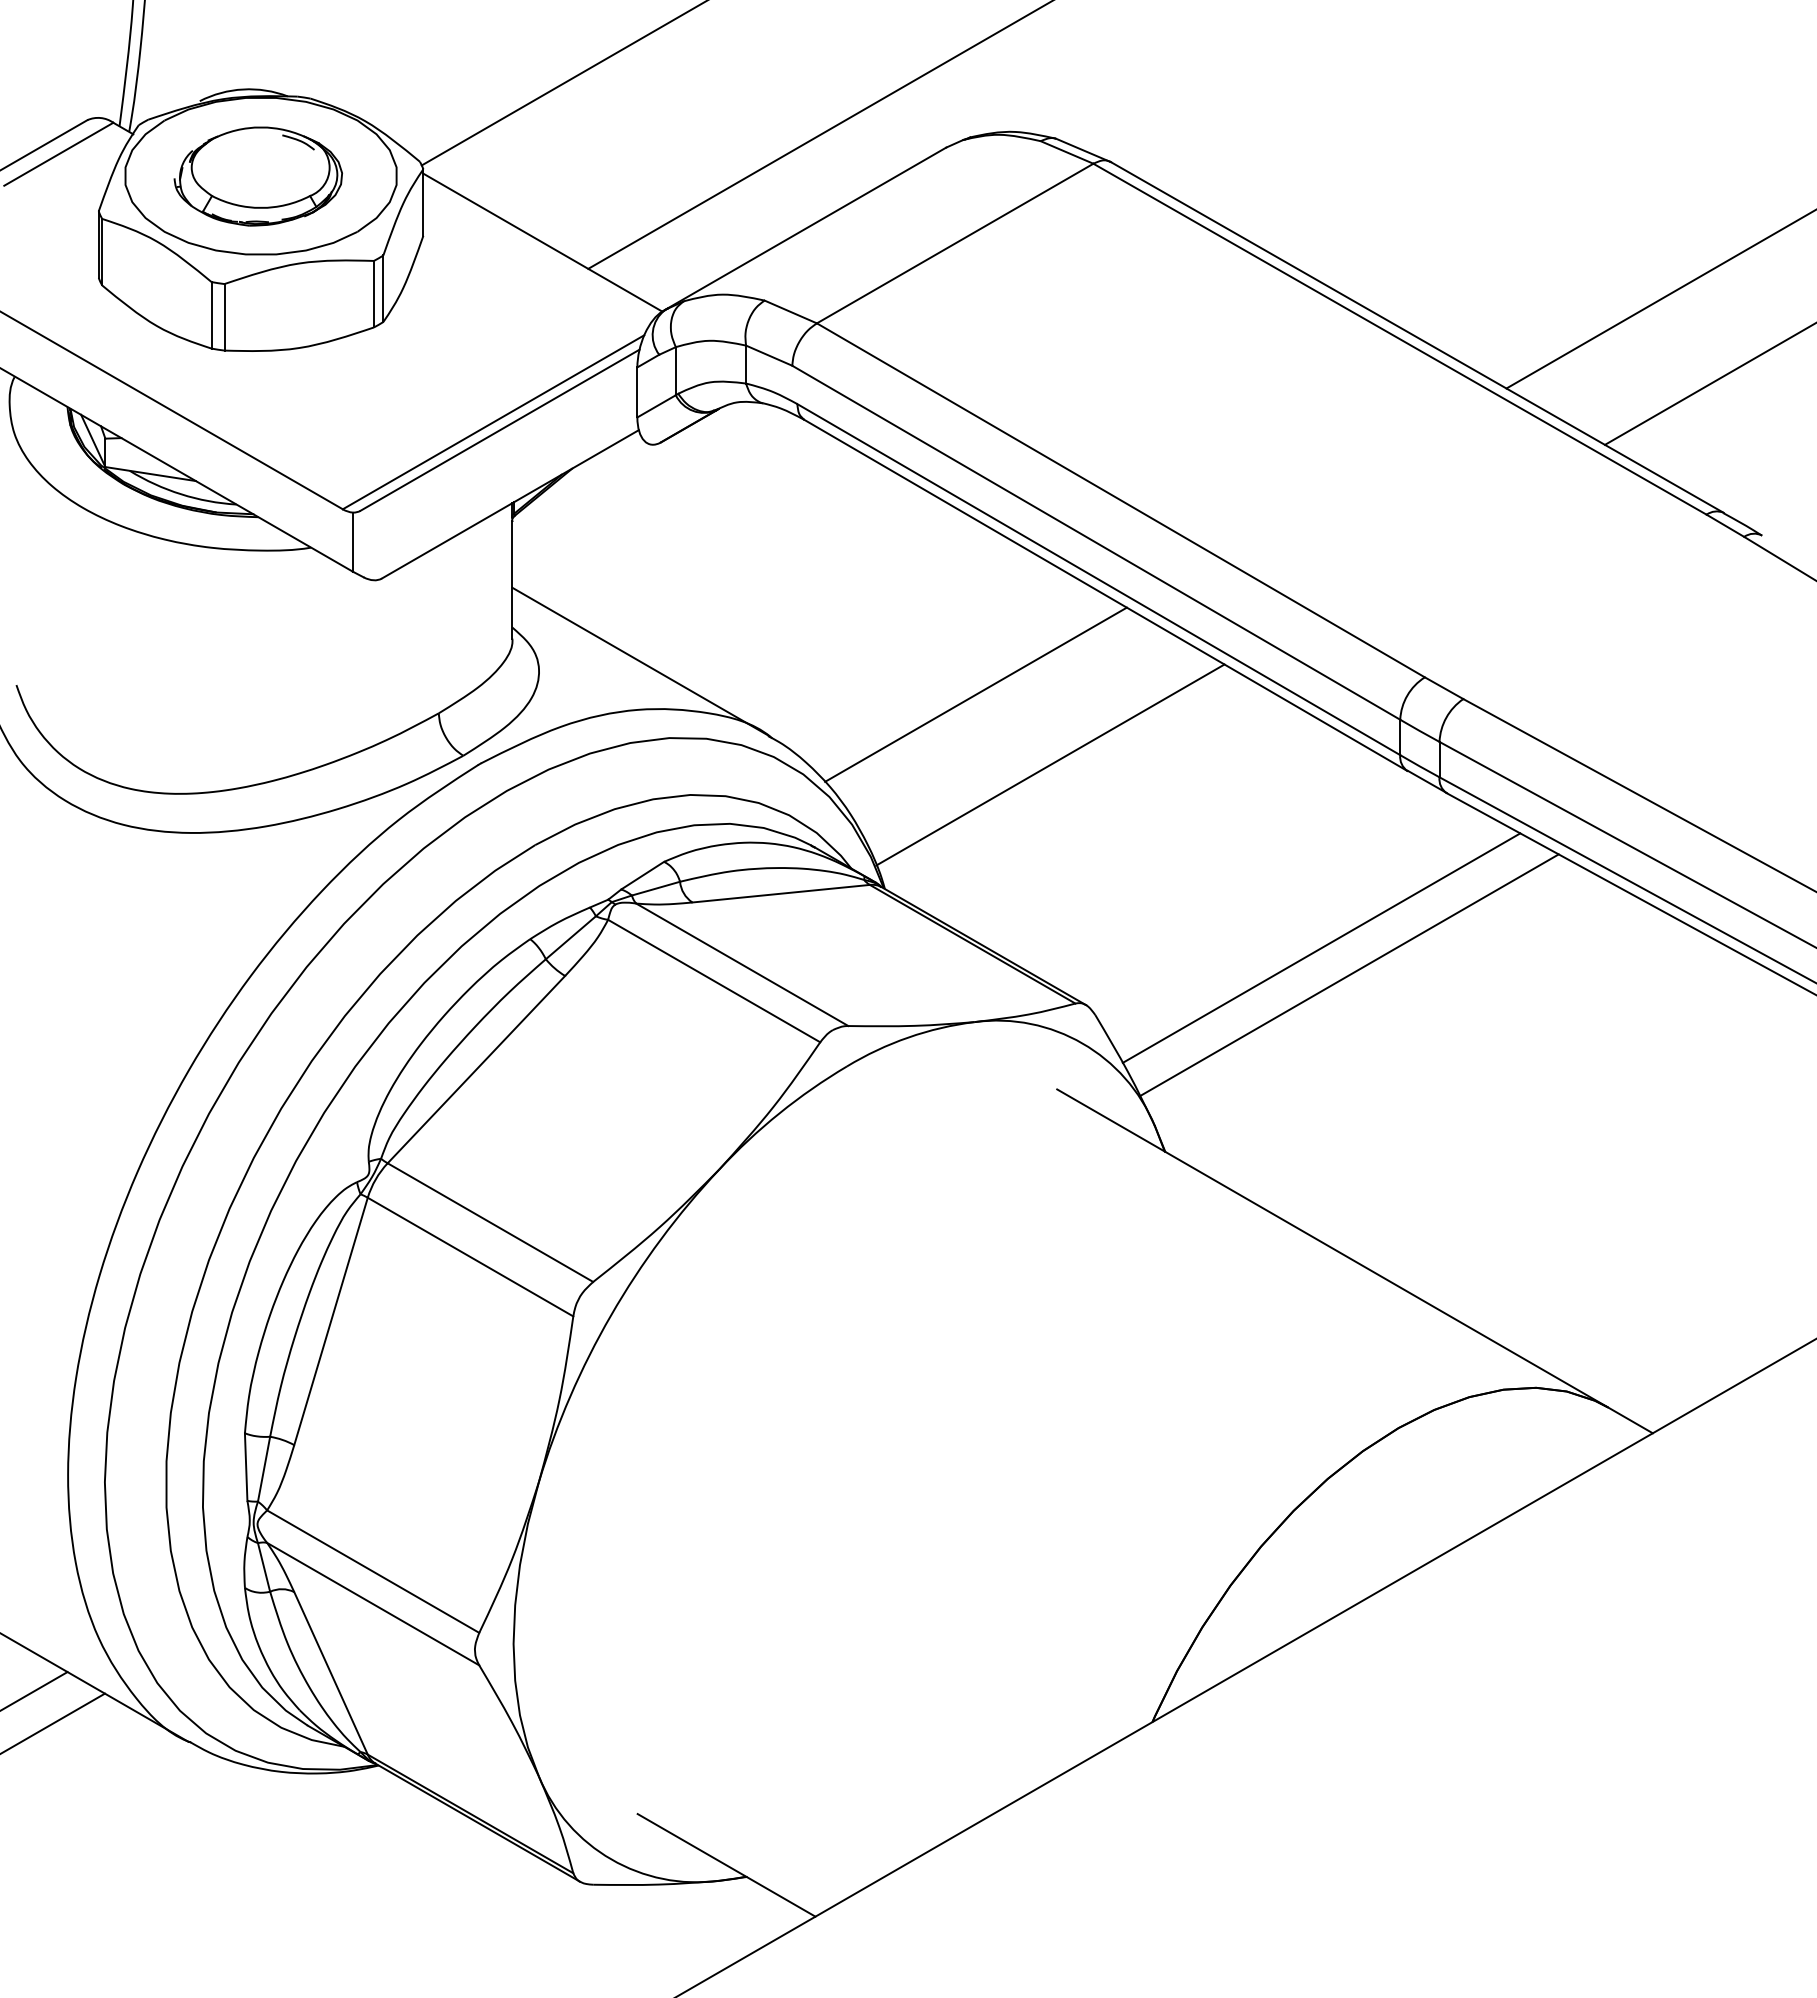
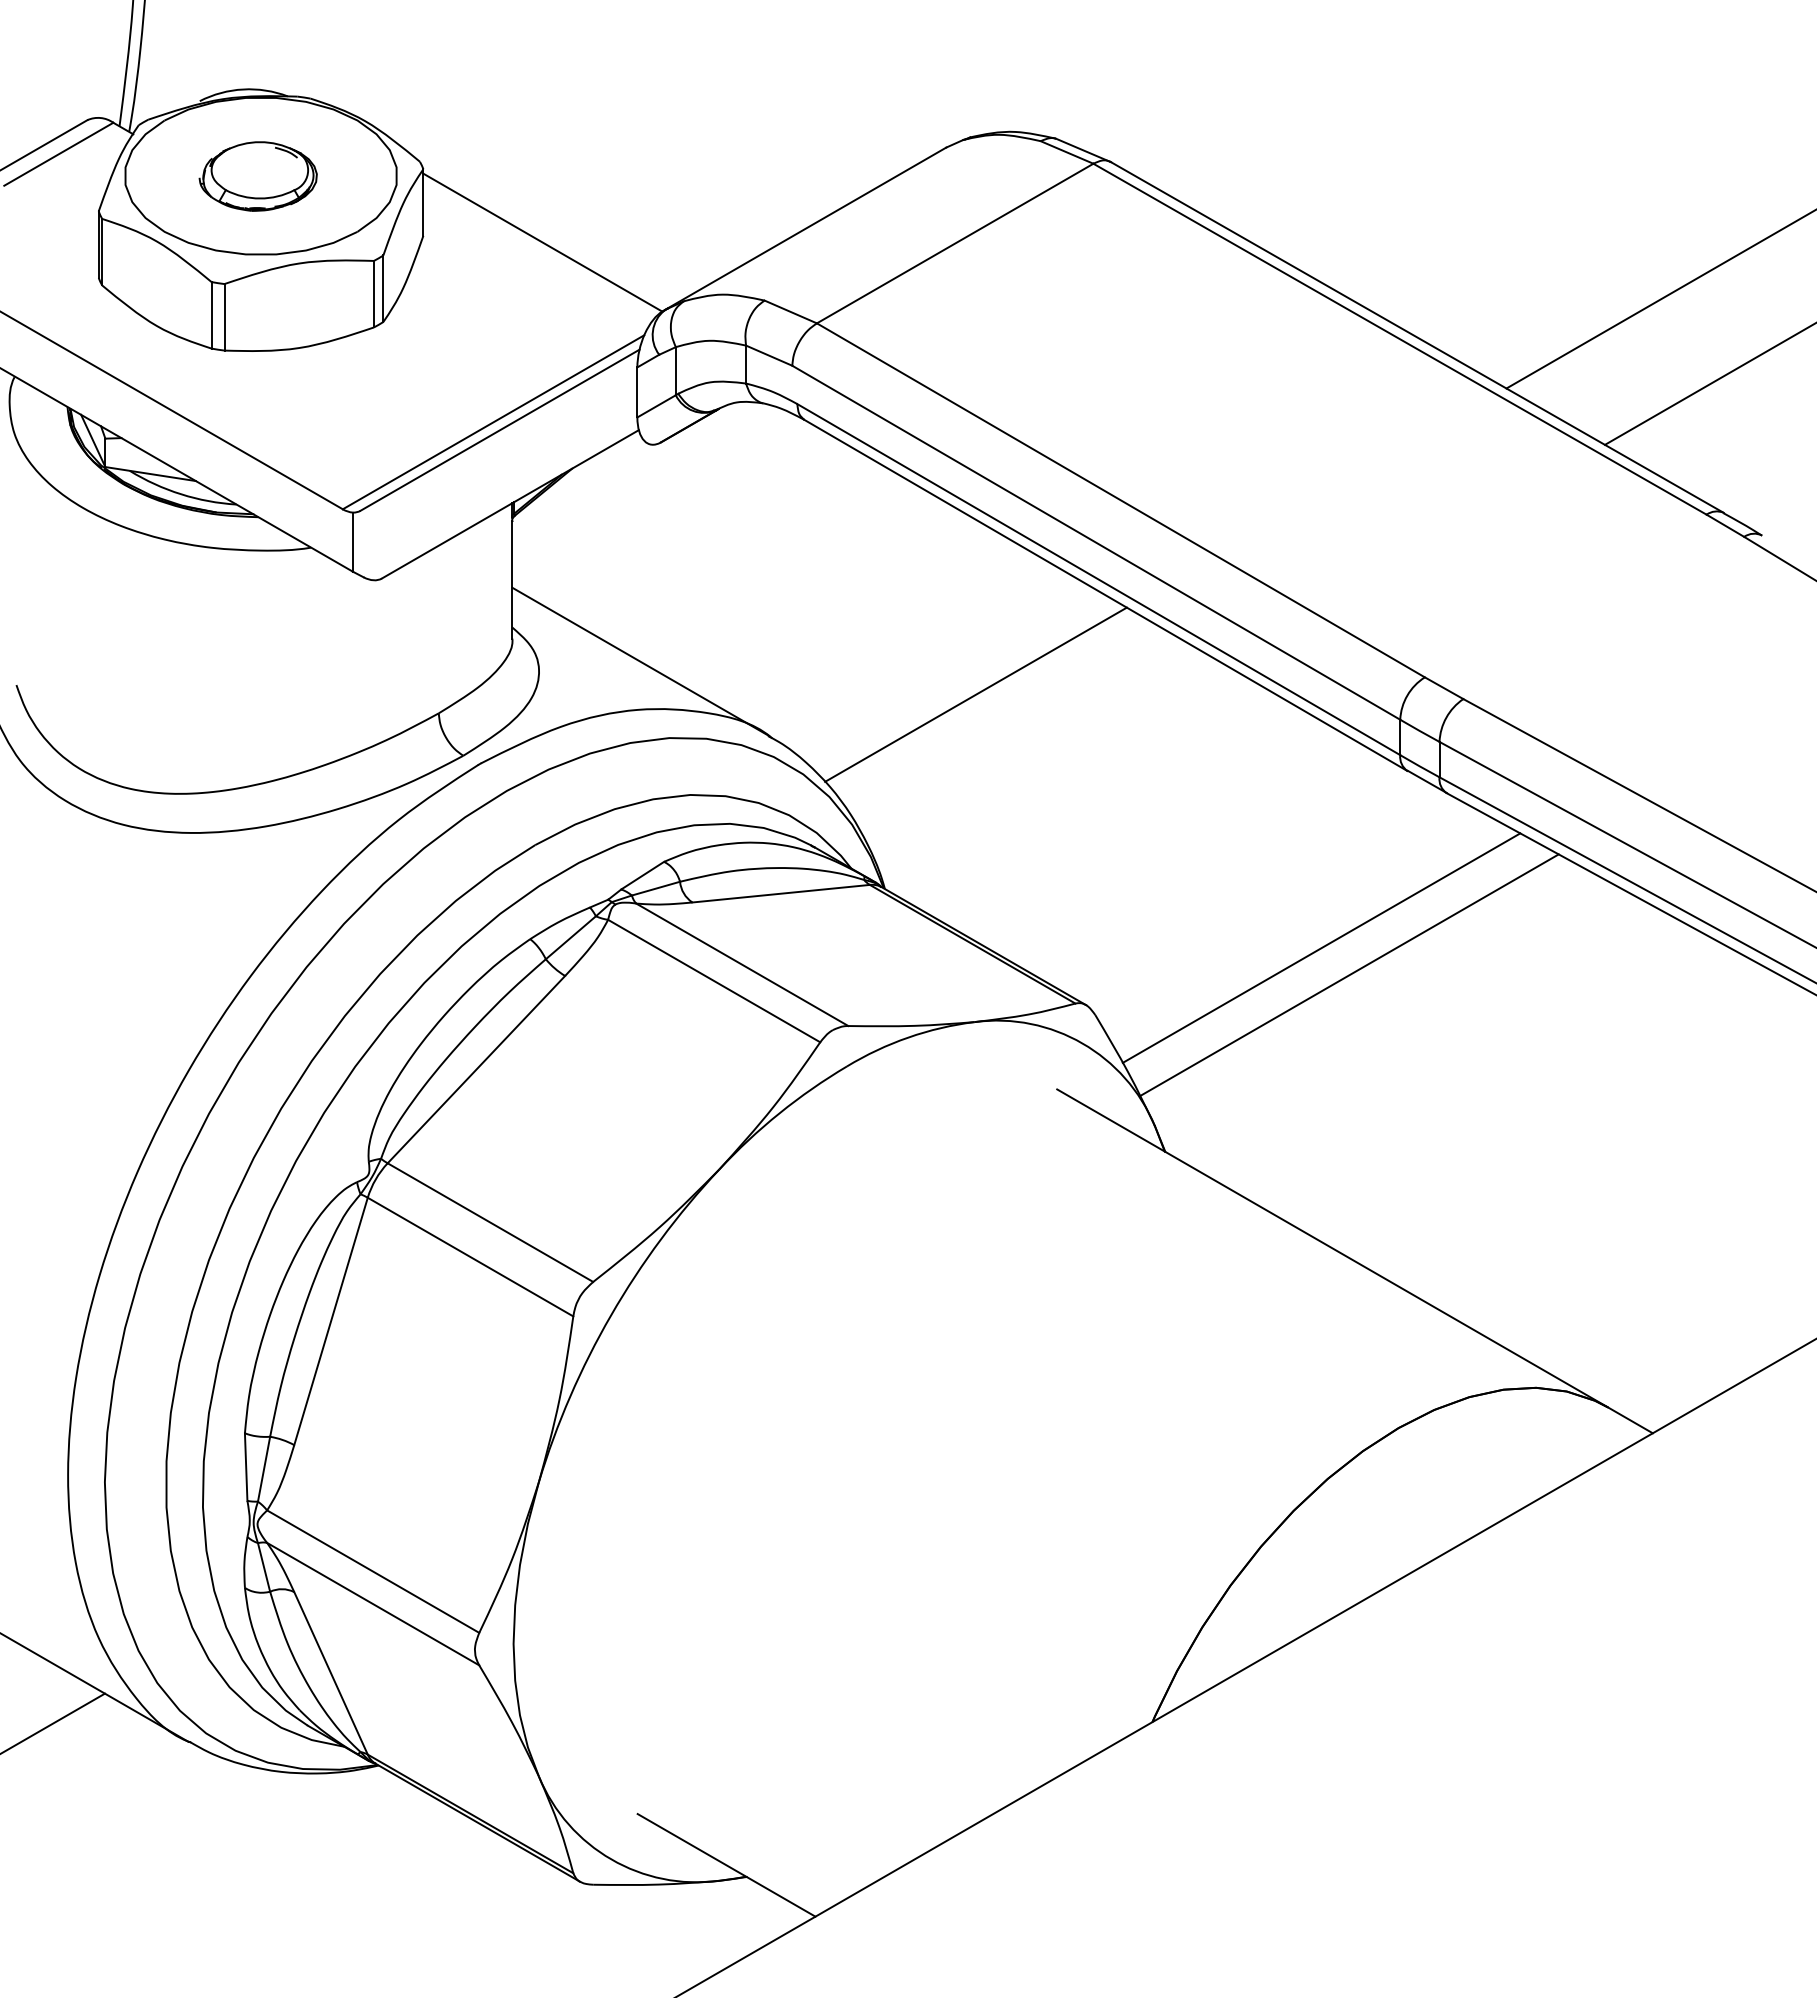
line at (562, 83): present -> none
line at (818, 135): present -> none
part at (257, 176) size: 170x101 px -> 120x71 px
line at (1050, 764): present -> none
line at (34, 1690): present -> none
